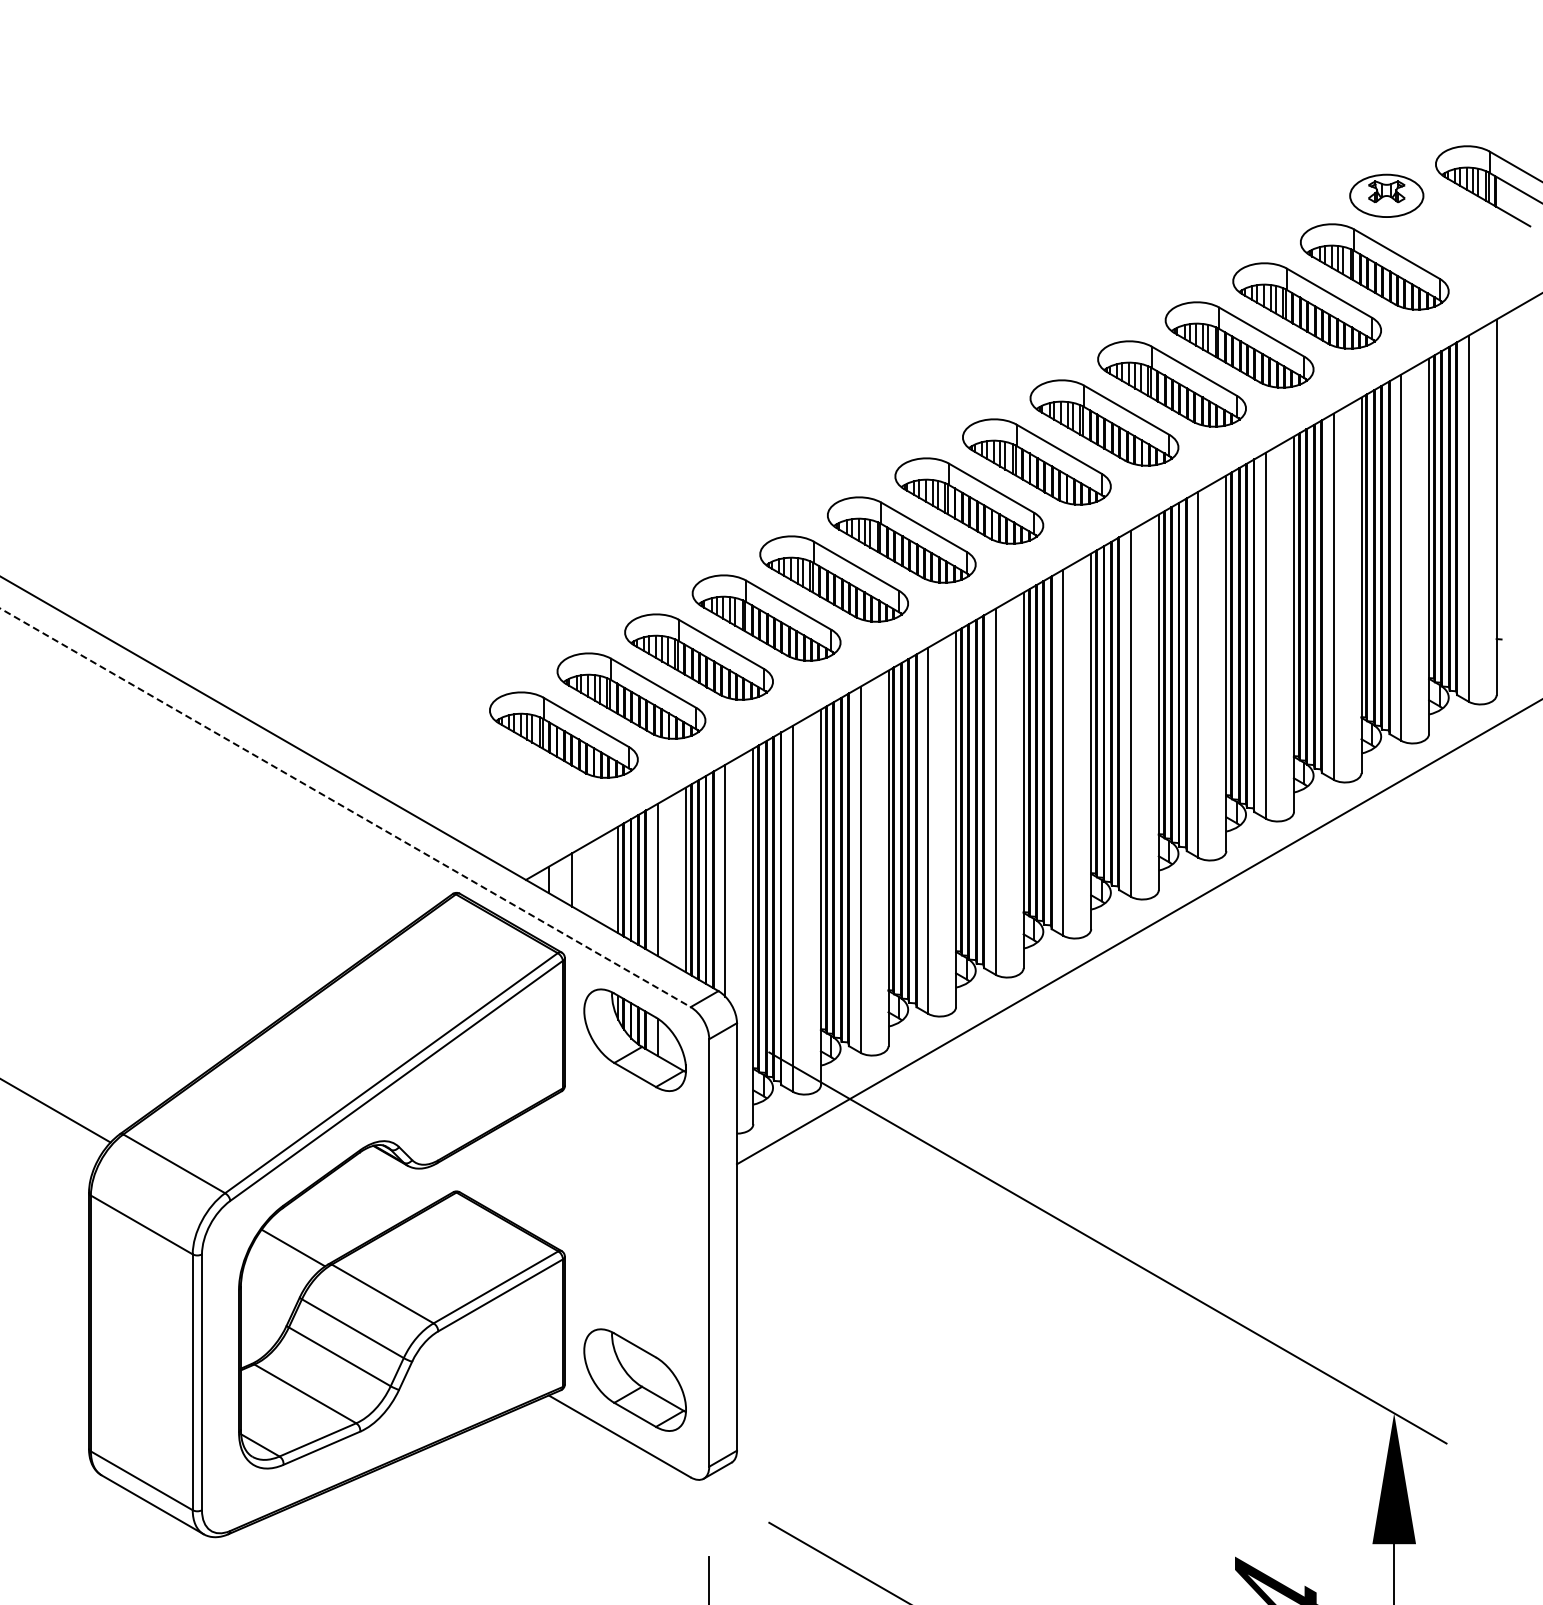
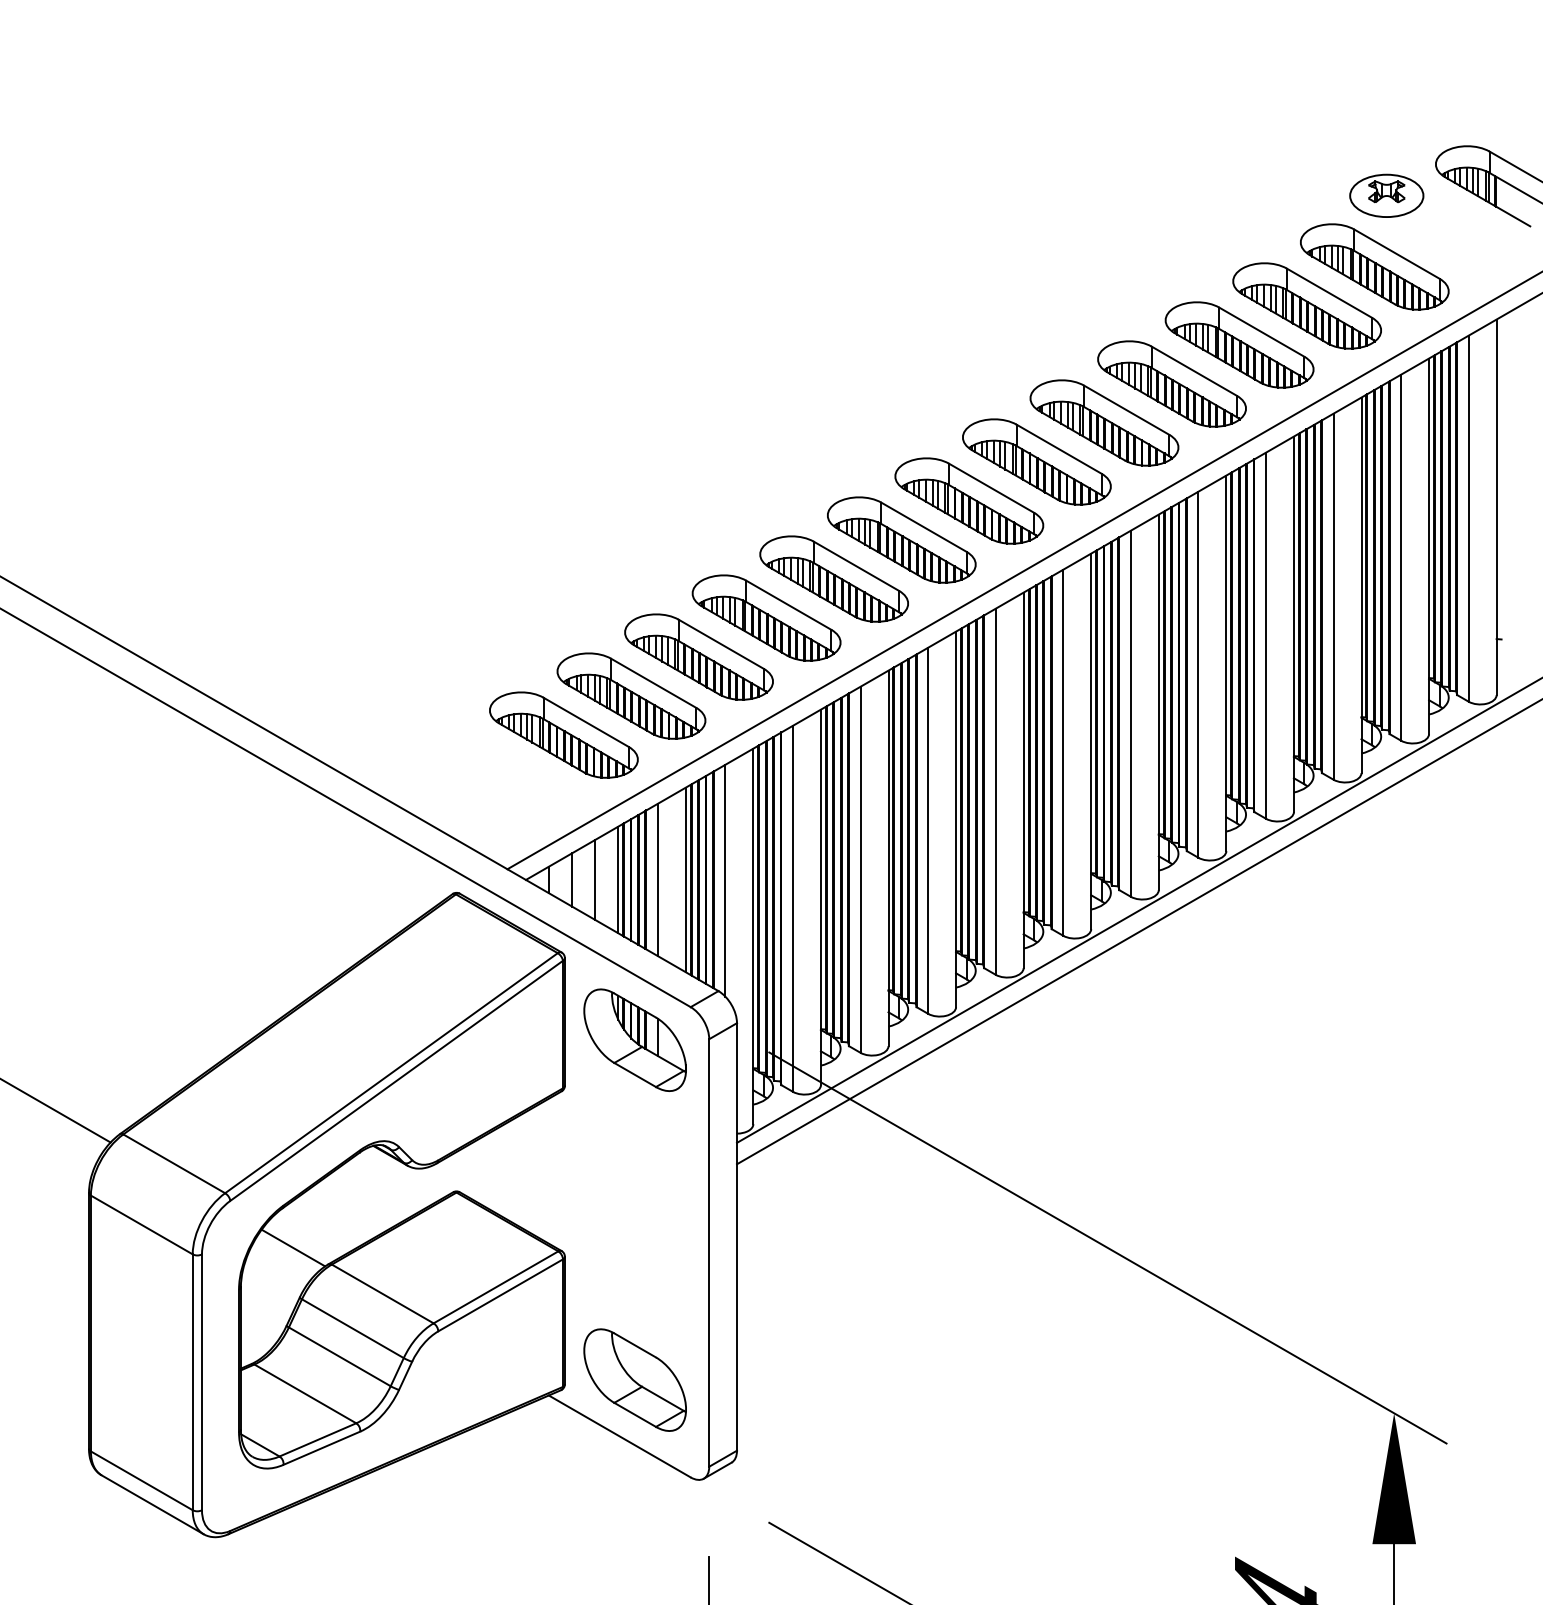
line at (1023, 571): none -> present
line at (346, 808): dashed -> solid
line at (595, 879): none -> present
line at (1138, 910): none -> present
